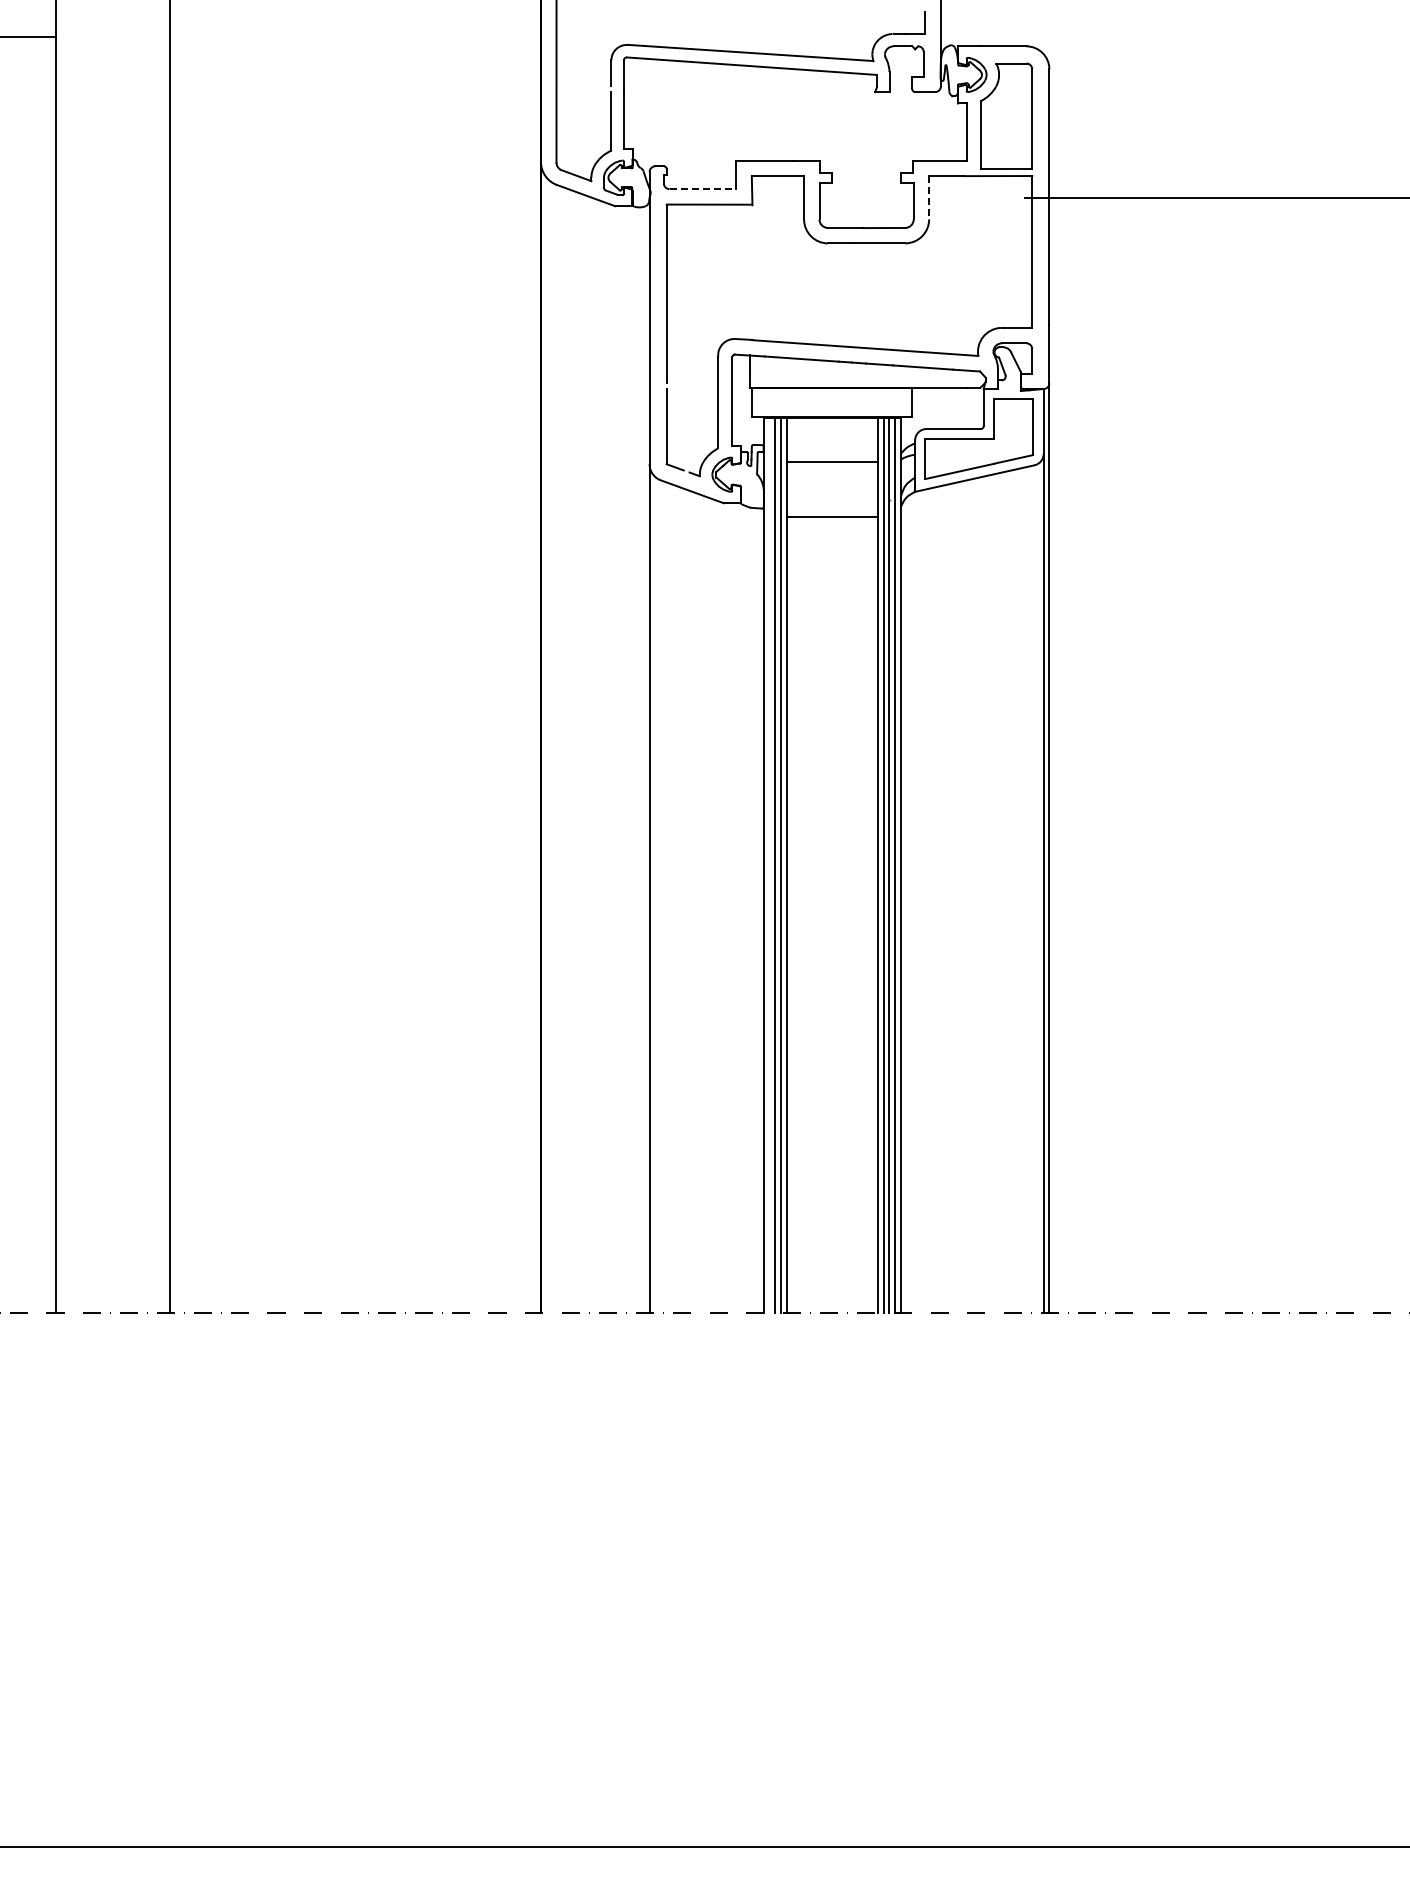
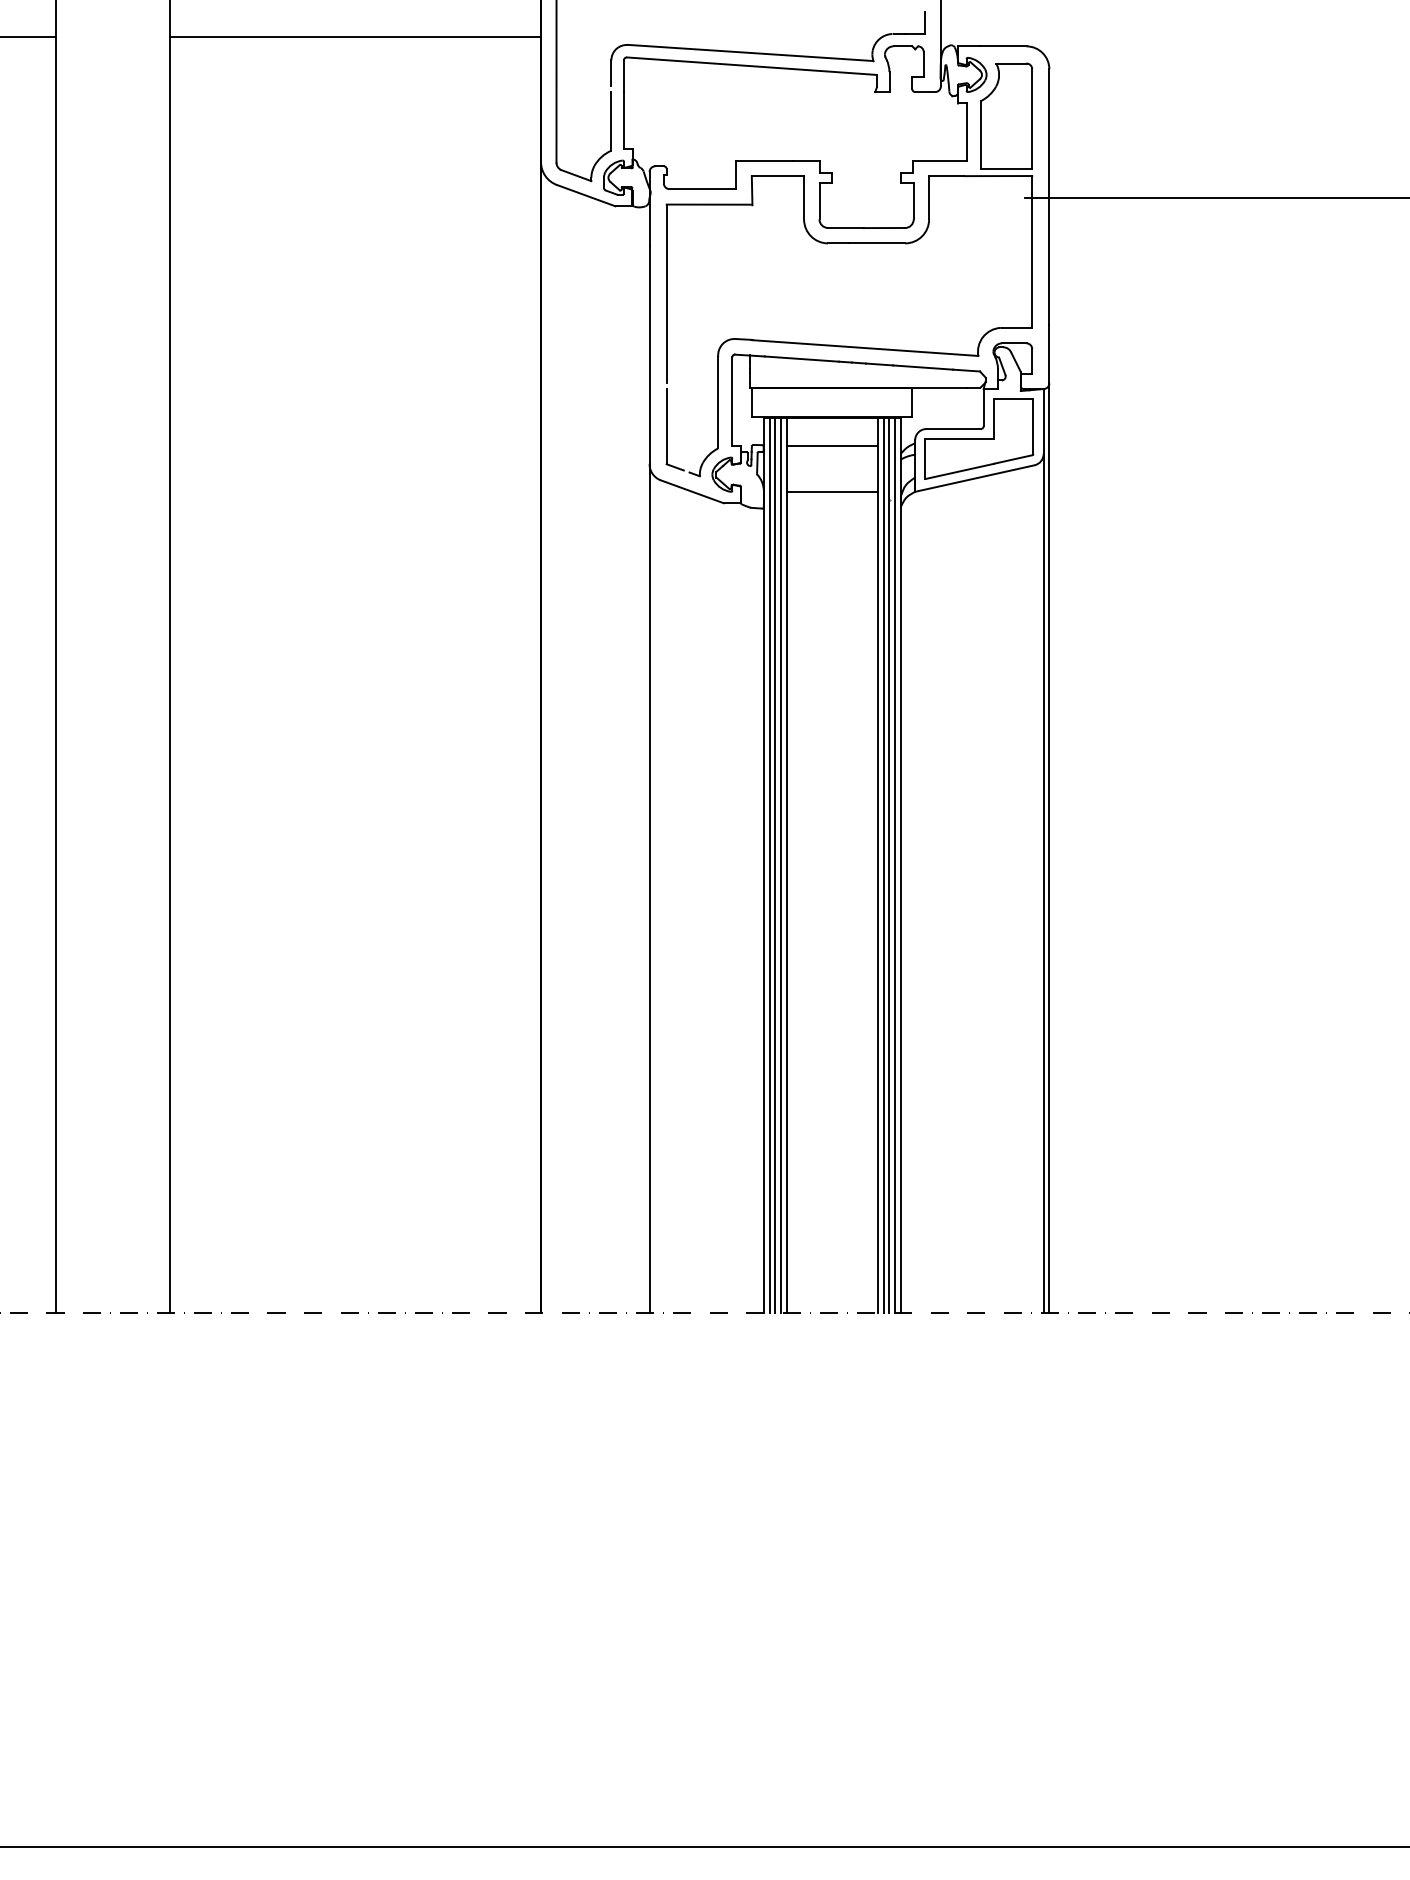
line at (355, 37): none -> present
line at (703, 189): dashed -> solid
line at (929, 197): dashed -> solid
line at (832, 462) position: (832, 462) -> (832, 446)
line at (832, 516) position: (832, 516) -> (832, 491)
line at (769, 864): none -> present
